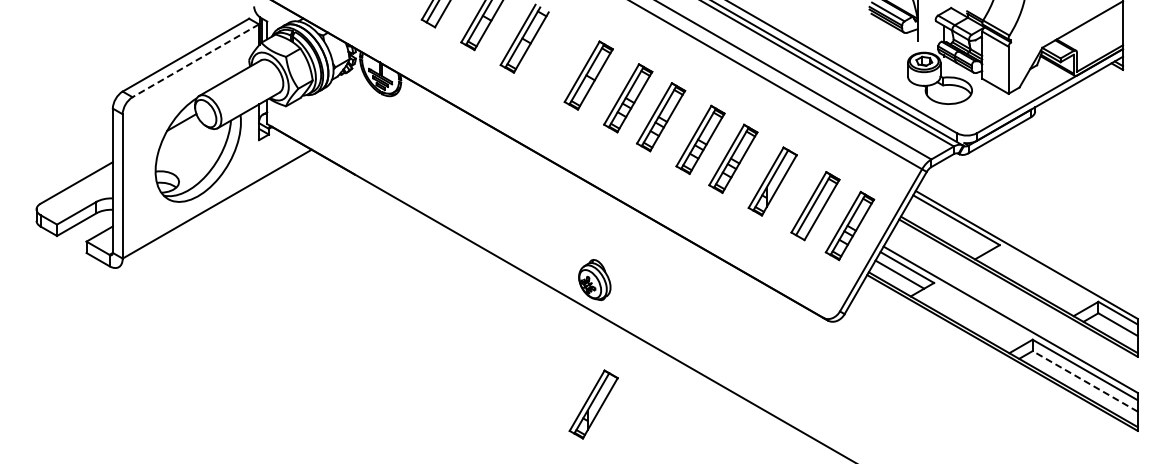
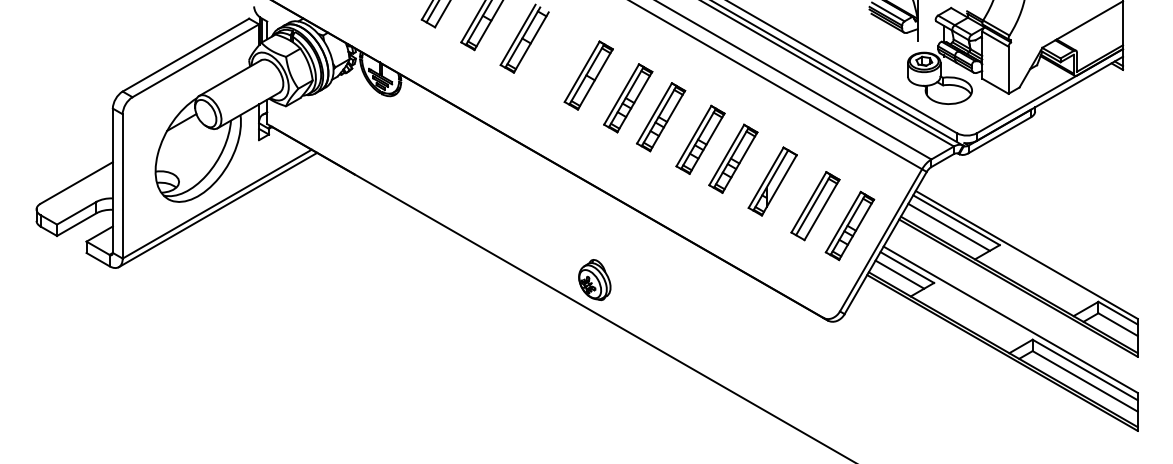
line at (195, 60): dashed -> solid
line at (217, 209): none -> present
line at (948, 226): none -> present
line at (1085, 381): dashed -> solid
part at (593, 404): present -> none
